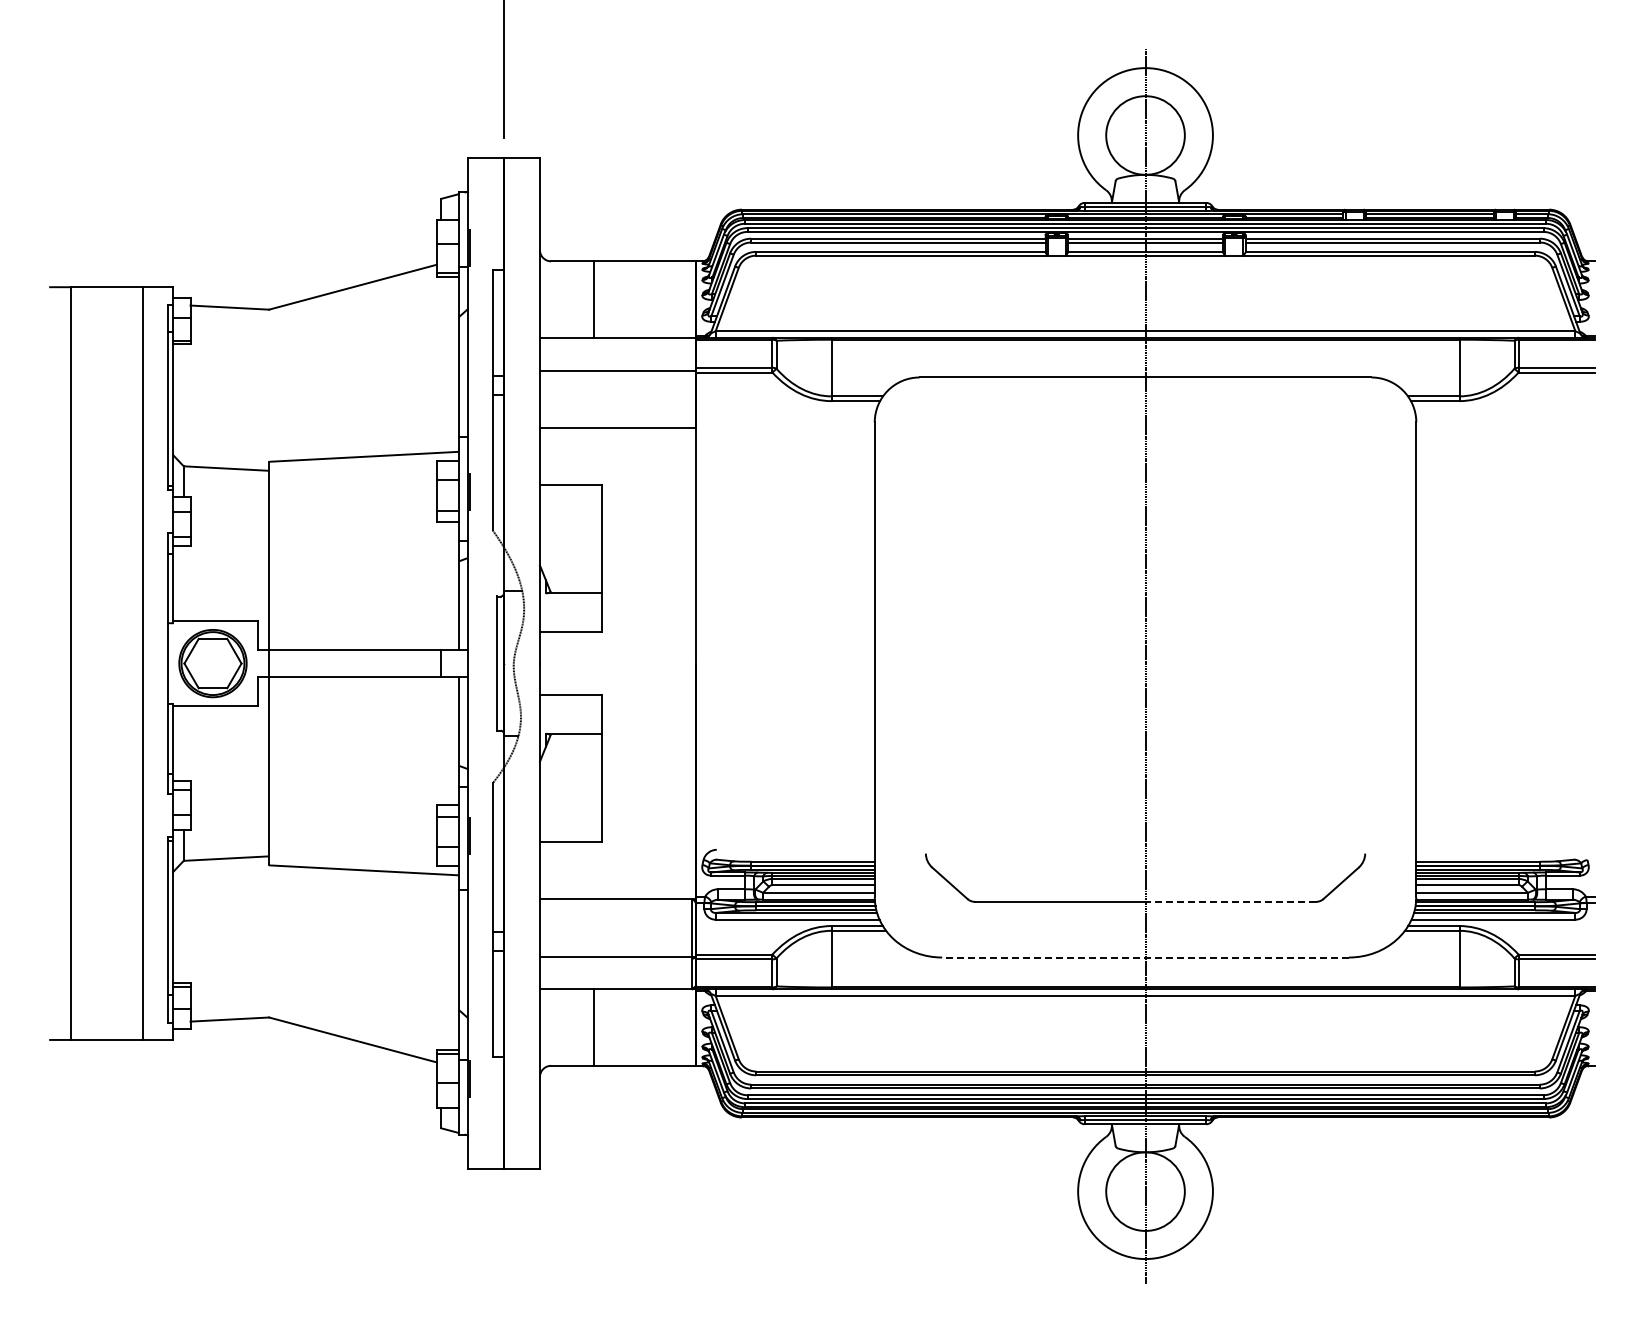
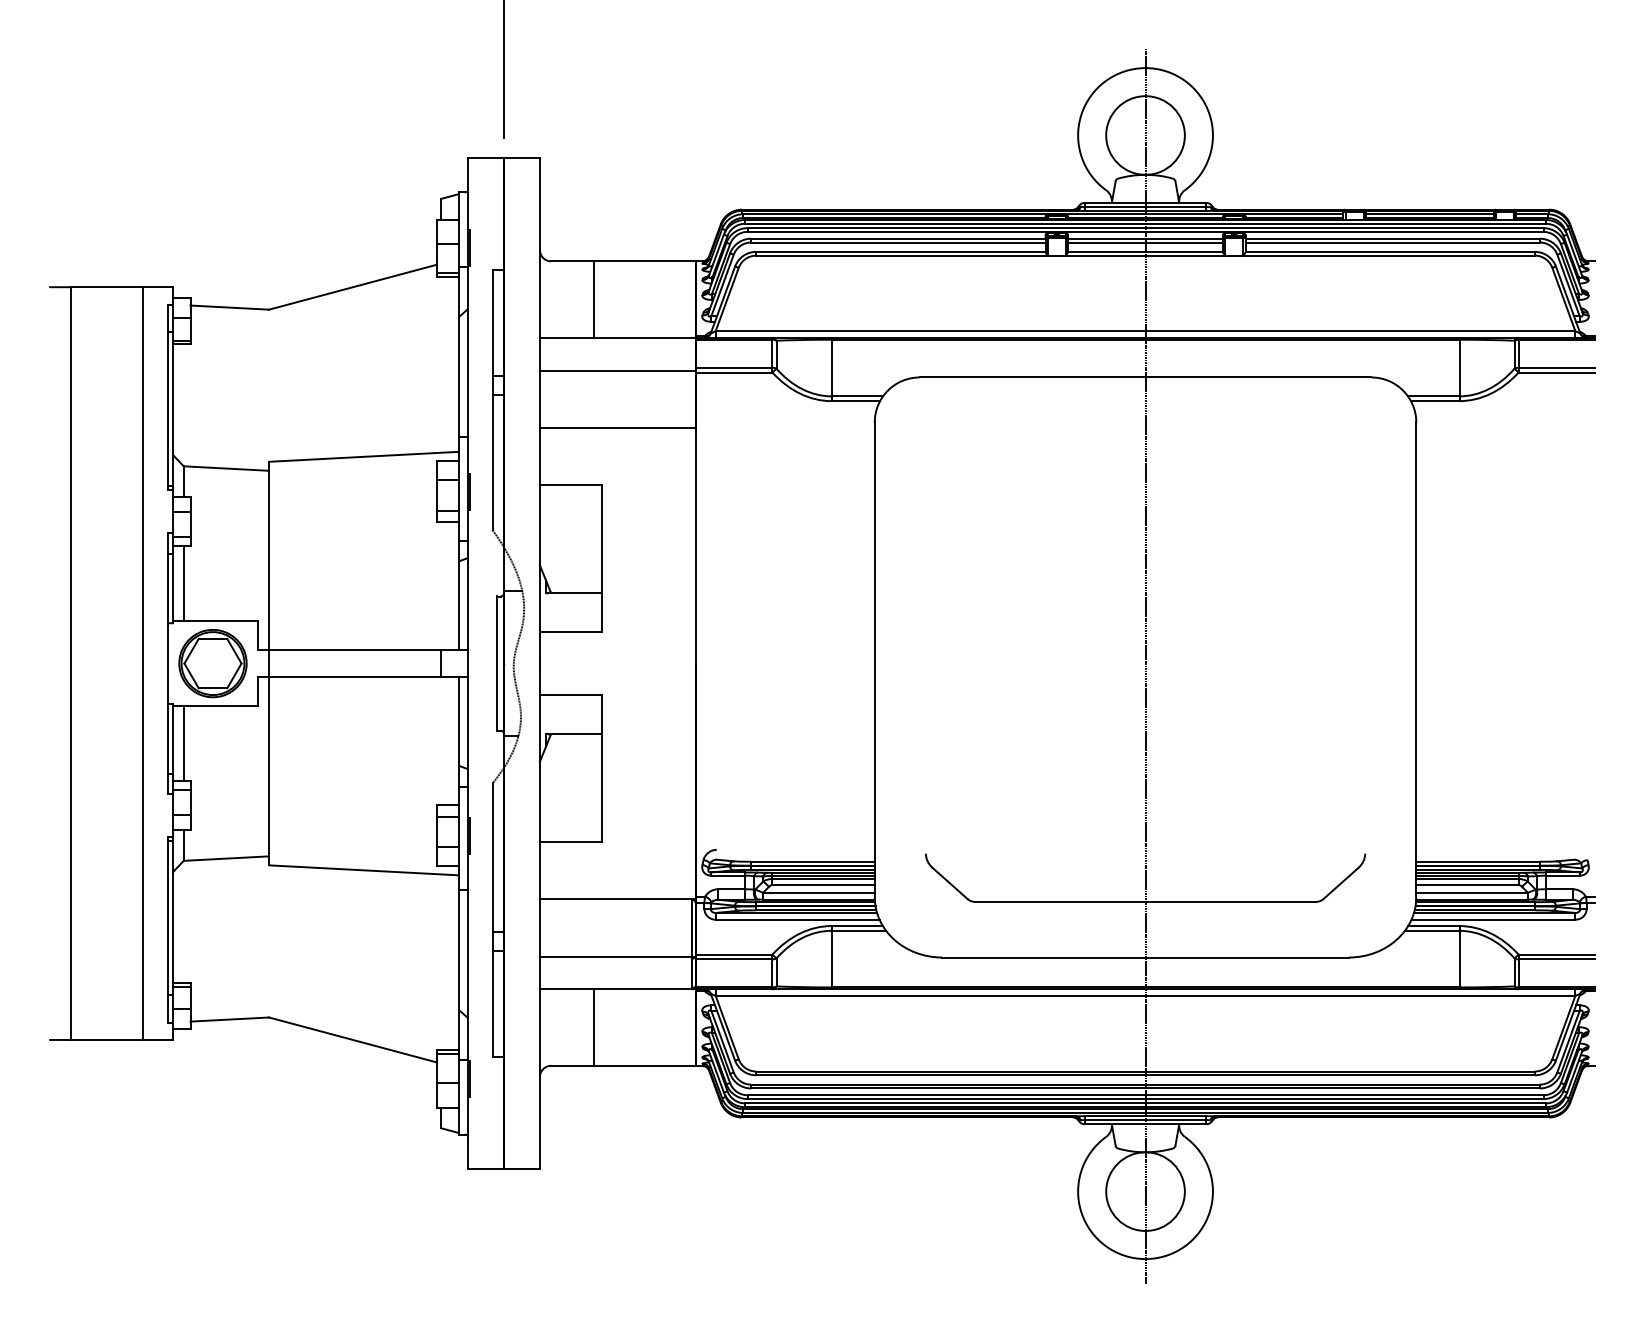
line at (183, 583): none -> present
line at (183, 743): none -> present
line at (1230, 901): dashed -> solid
line at (1145, 957): dashed -> solid
